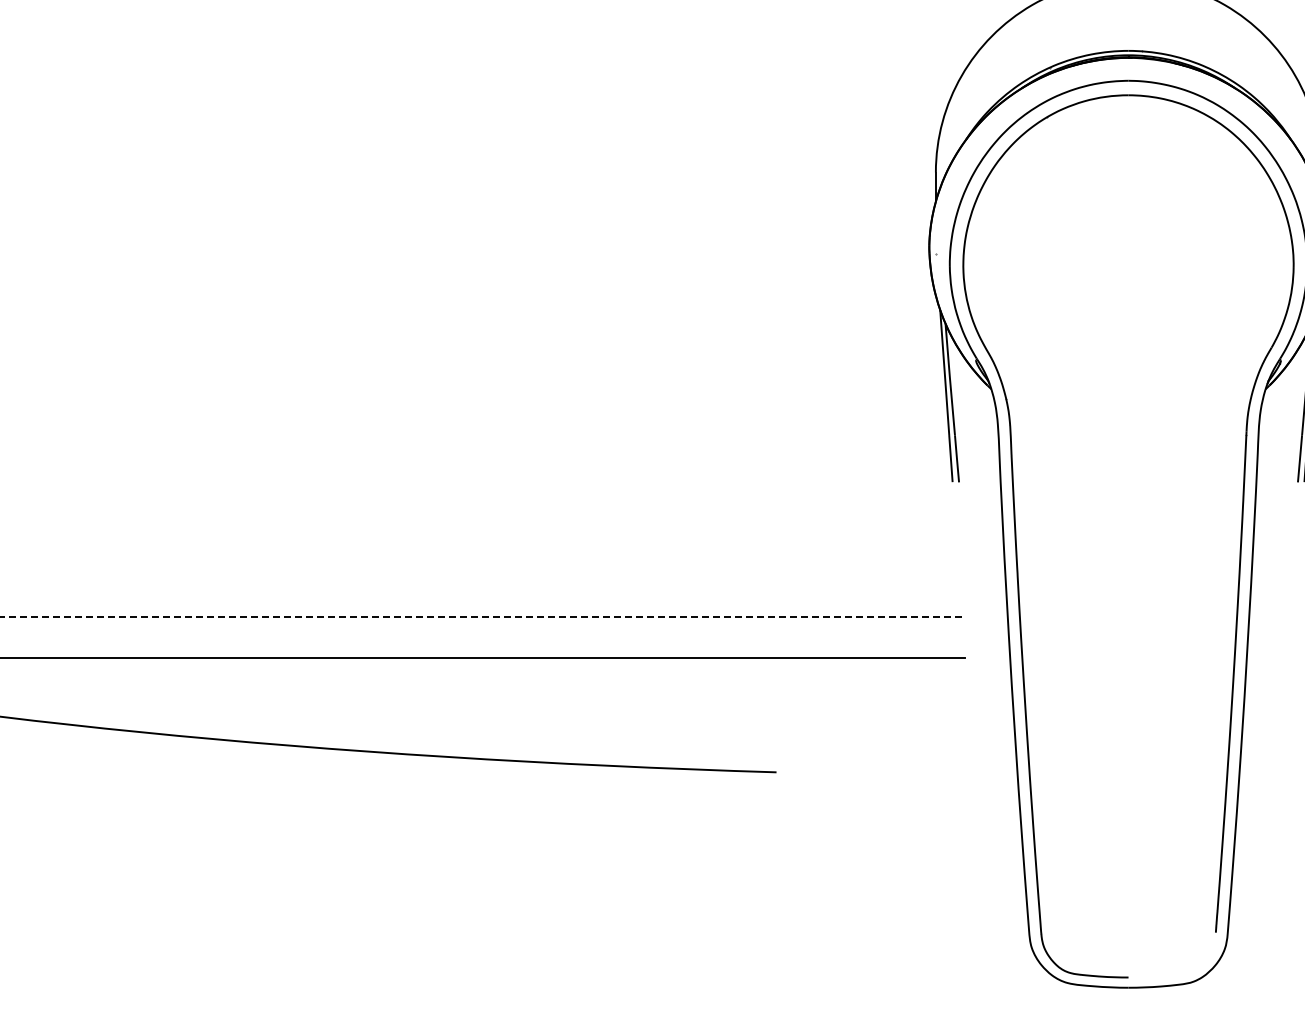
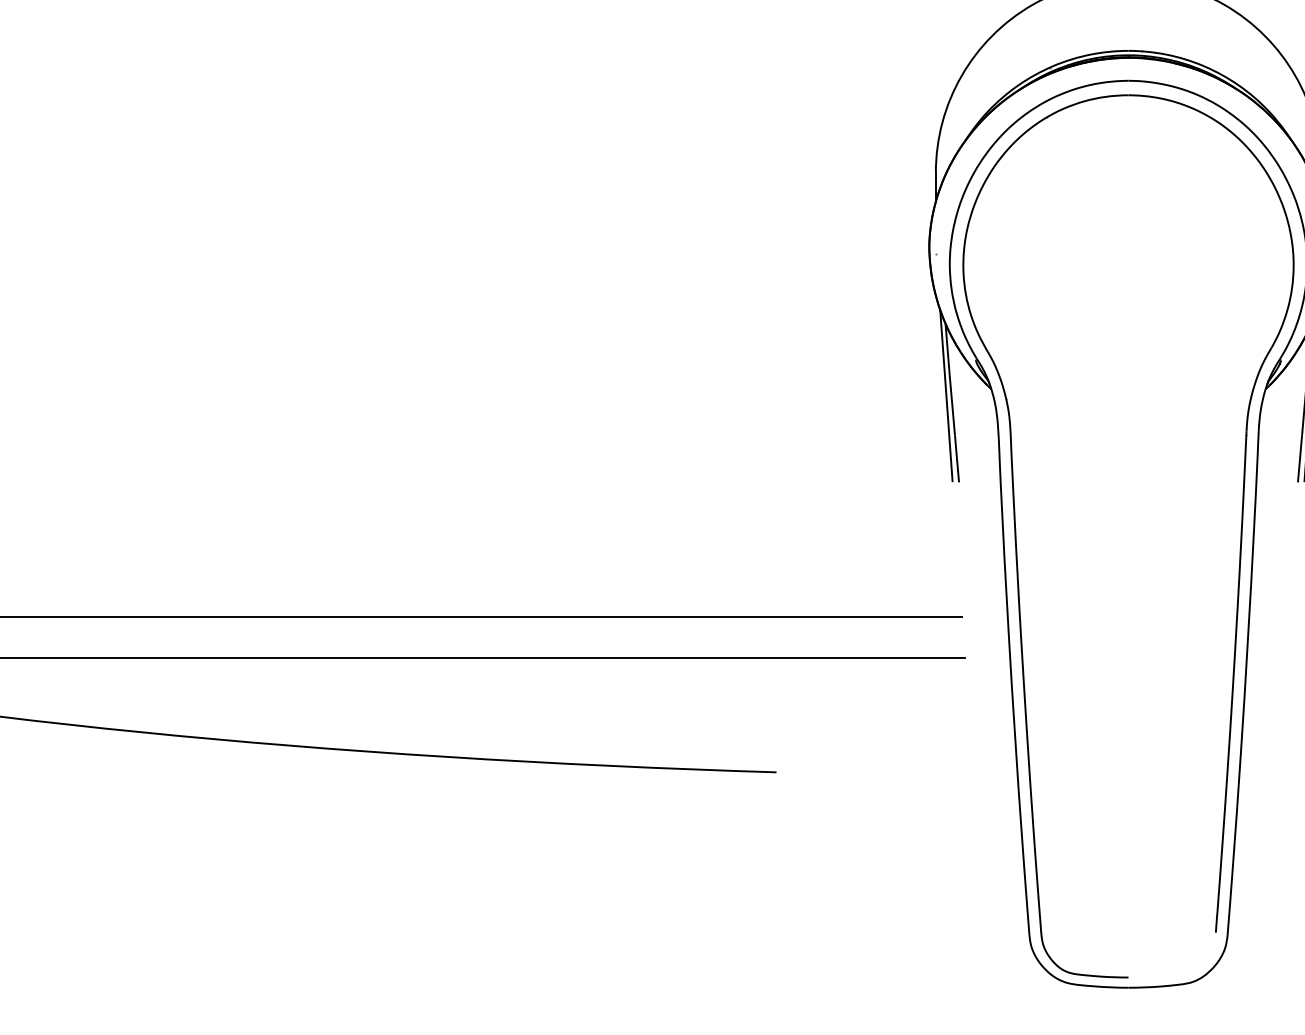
line at (481, 617): dashed -> solid
